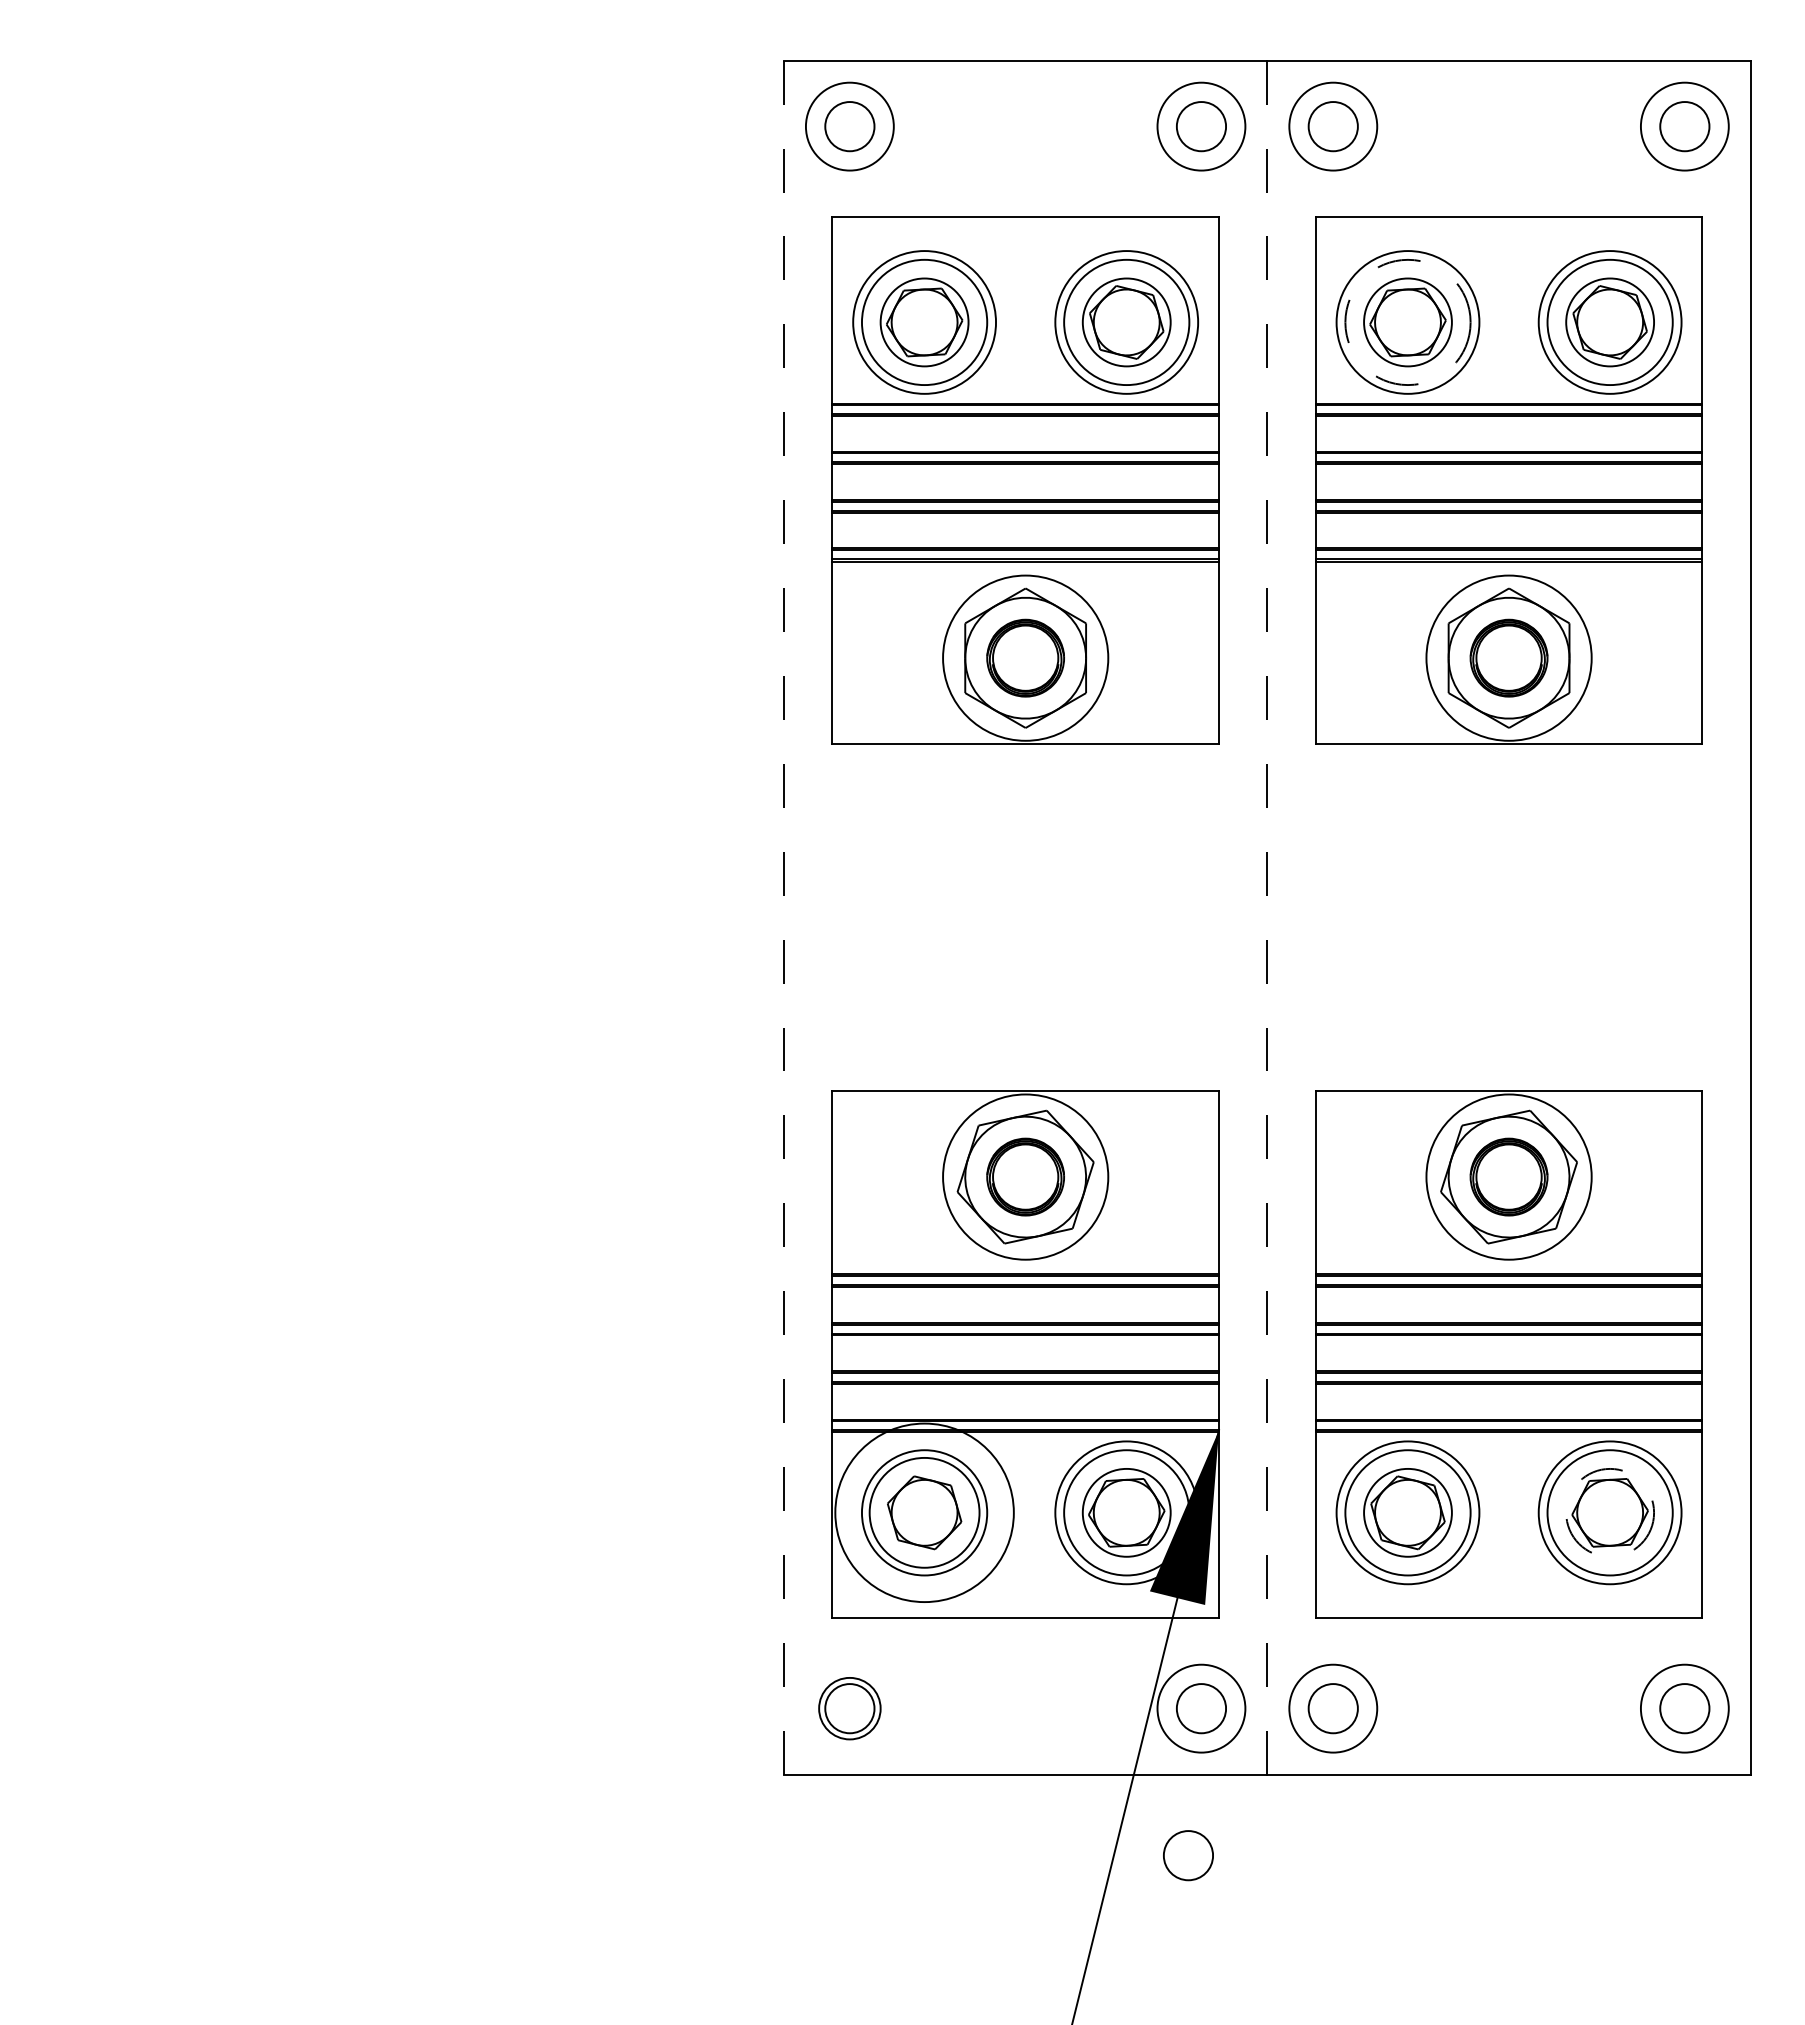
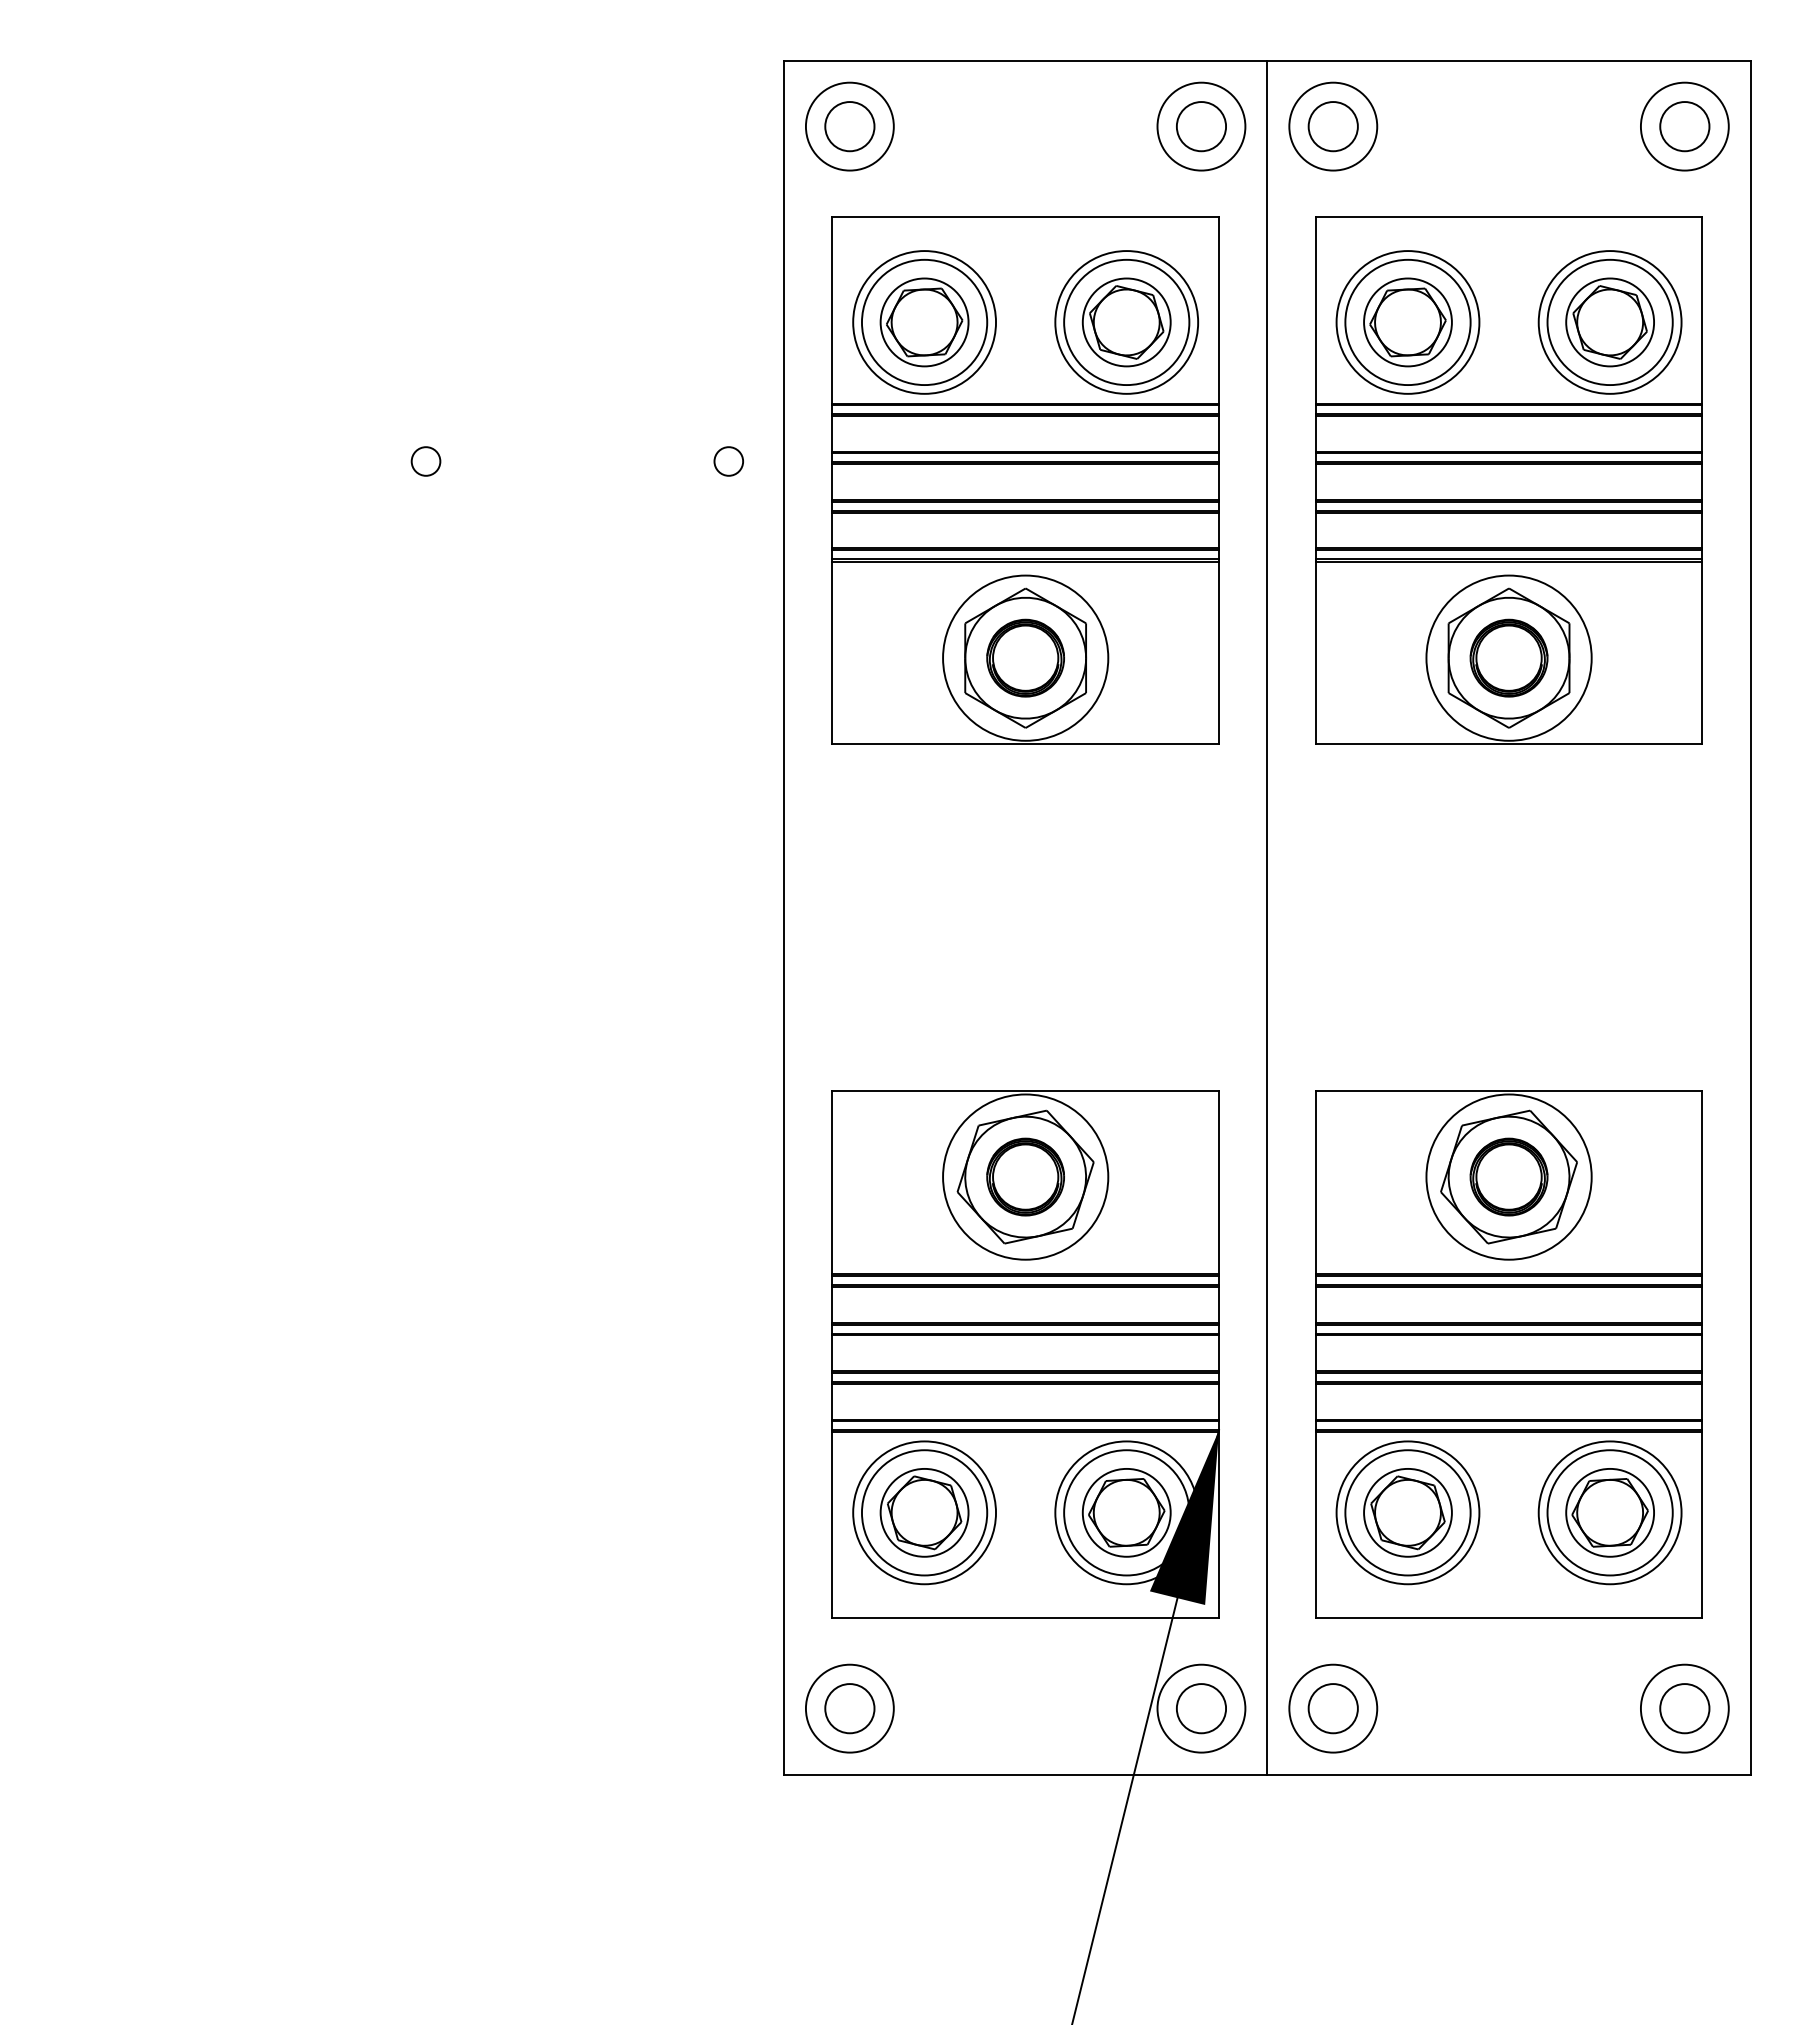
circle at (1407, 322): dashed -> solid
circle at (425, 461): none -> present
circle at (728, 461): none -> present
line at (783, 917): dashed -> solid
line at (1267, 917): dashed -> solid
circle at (924, 1512) diameter: 110 px -> 88 px
circle at (924, 1512) diameter: 179 px -> 143 px
circle at (1610, 1512): dashed -> solid
circle at (849, 1708) diameter: 62 px -> 88 px
circle at (1188, 1855): present -> none
